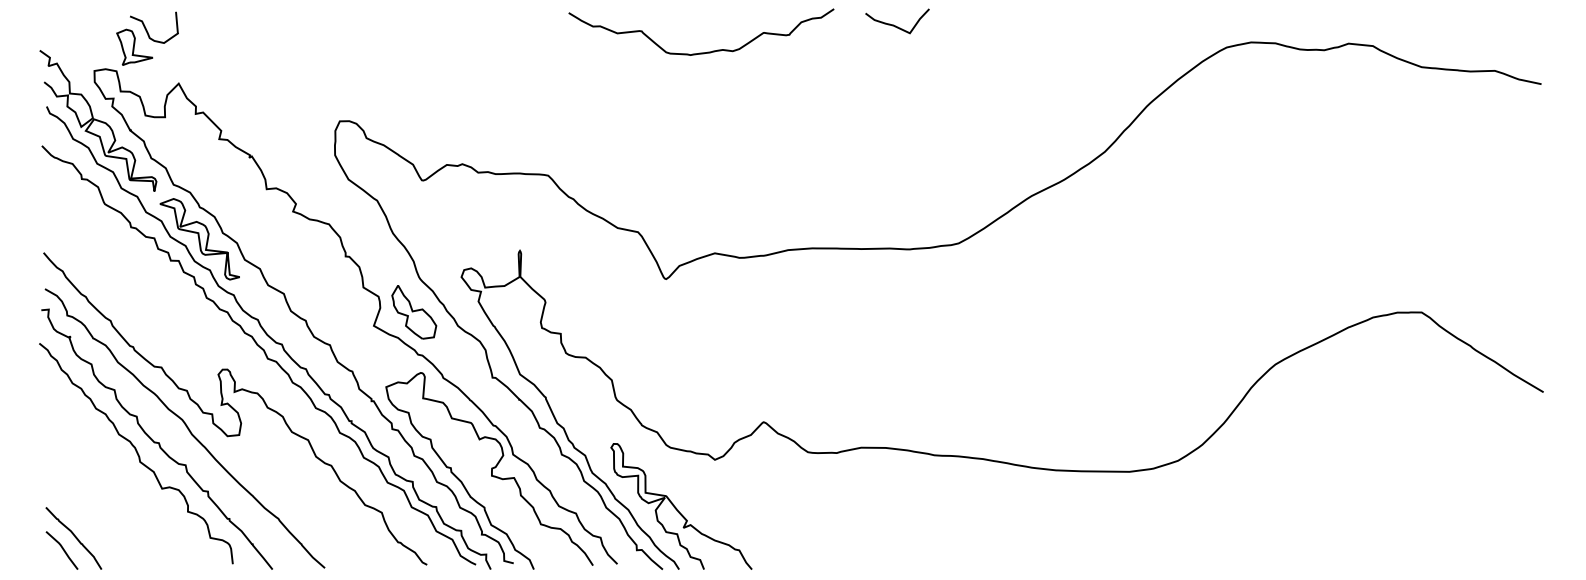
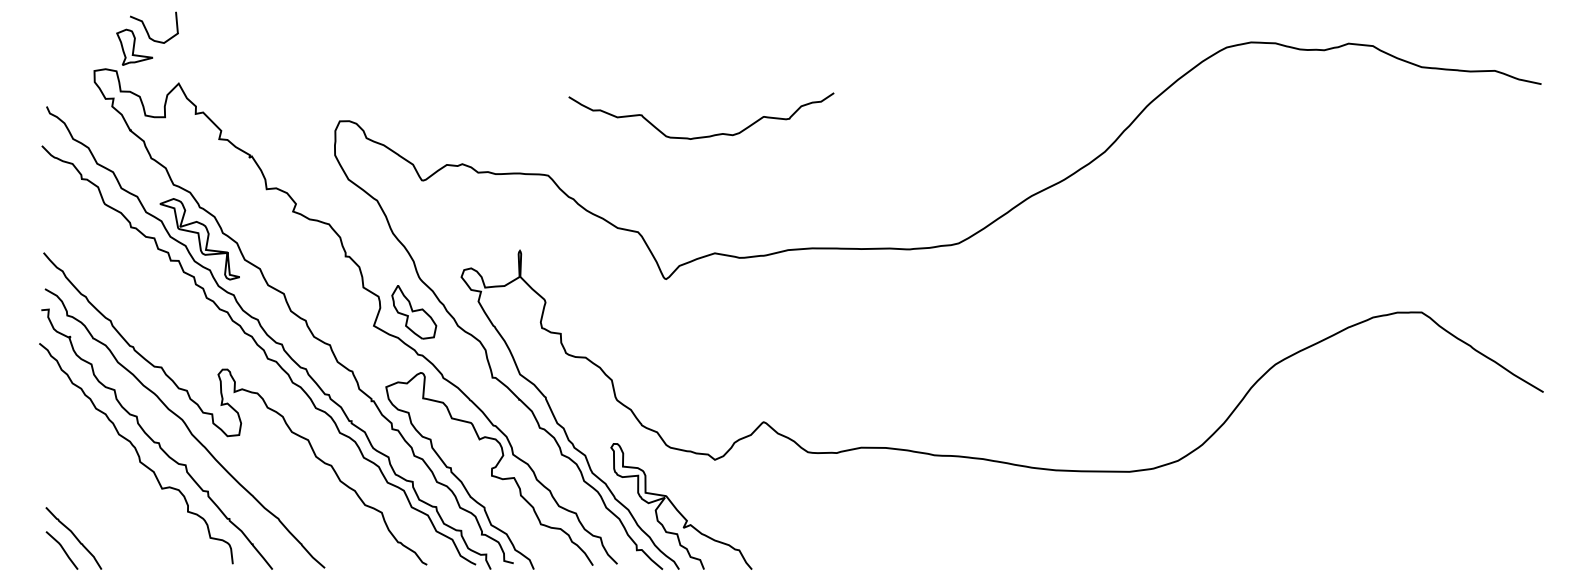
curve at (895, 25): present -> none
curve at (707, 51) position: (707, 51) -> (707, 135)
part at (98, 120): present -> none
